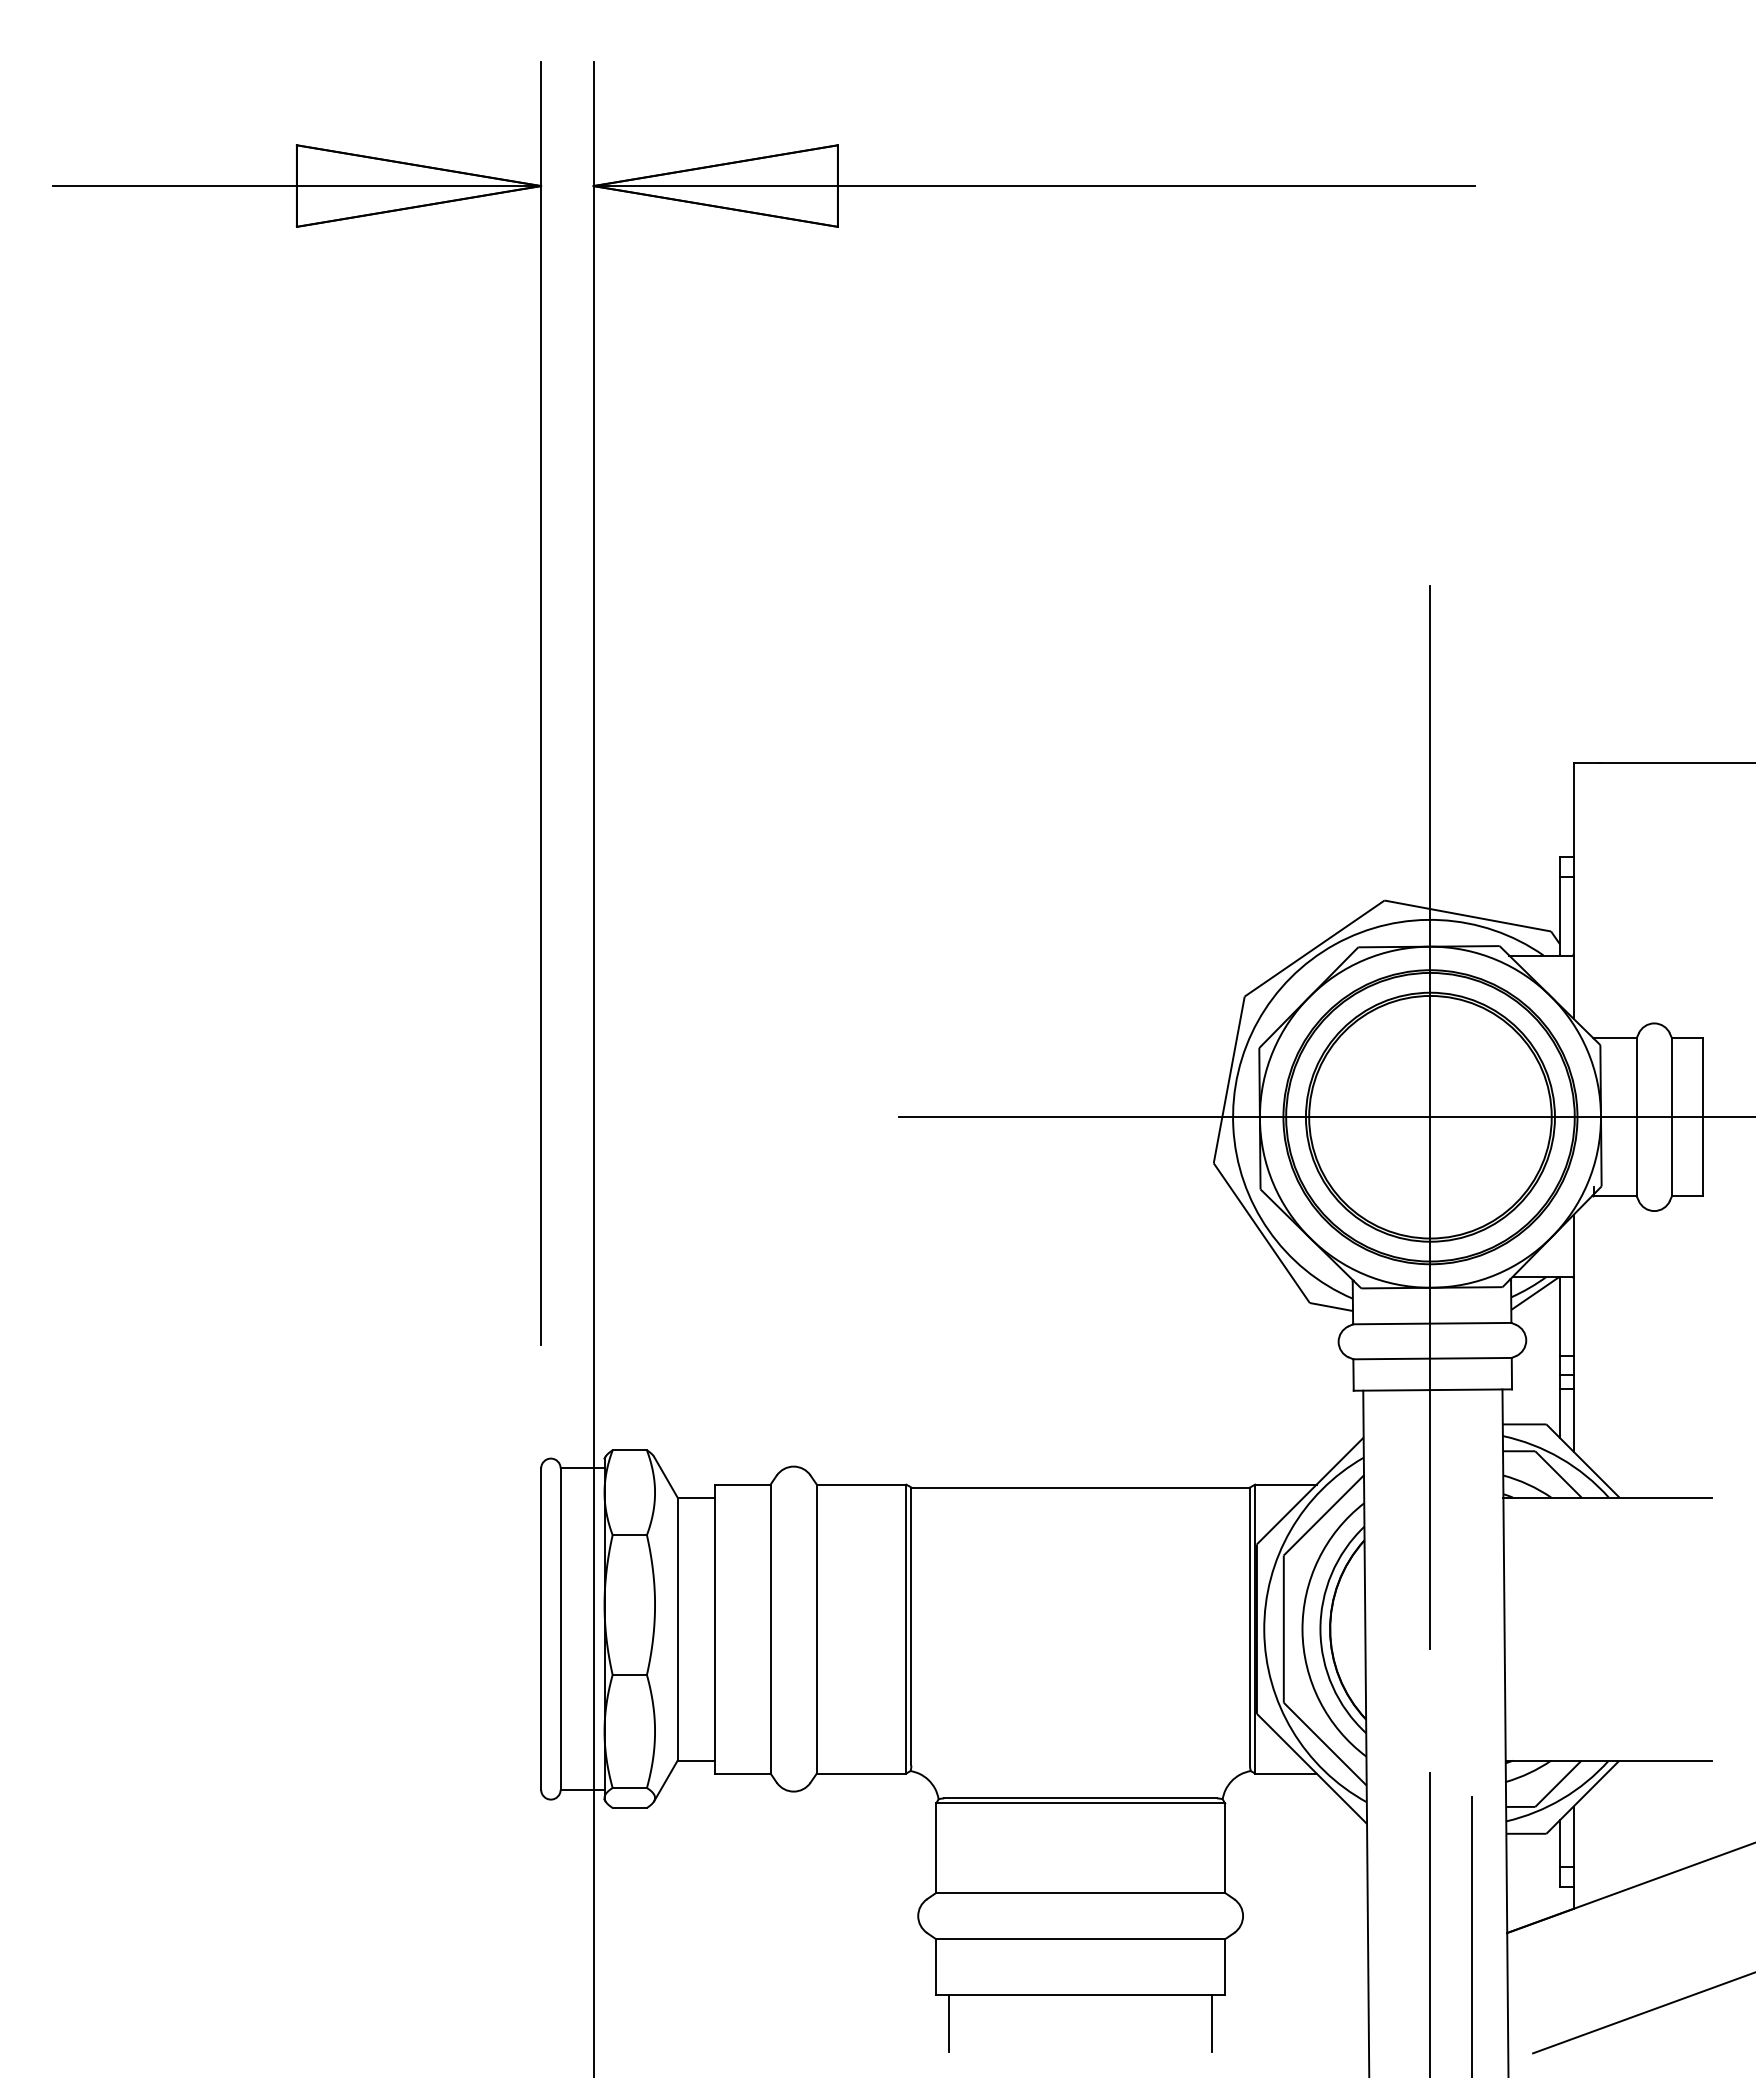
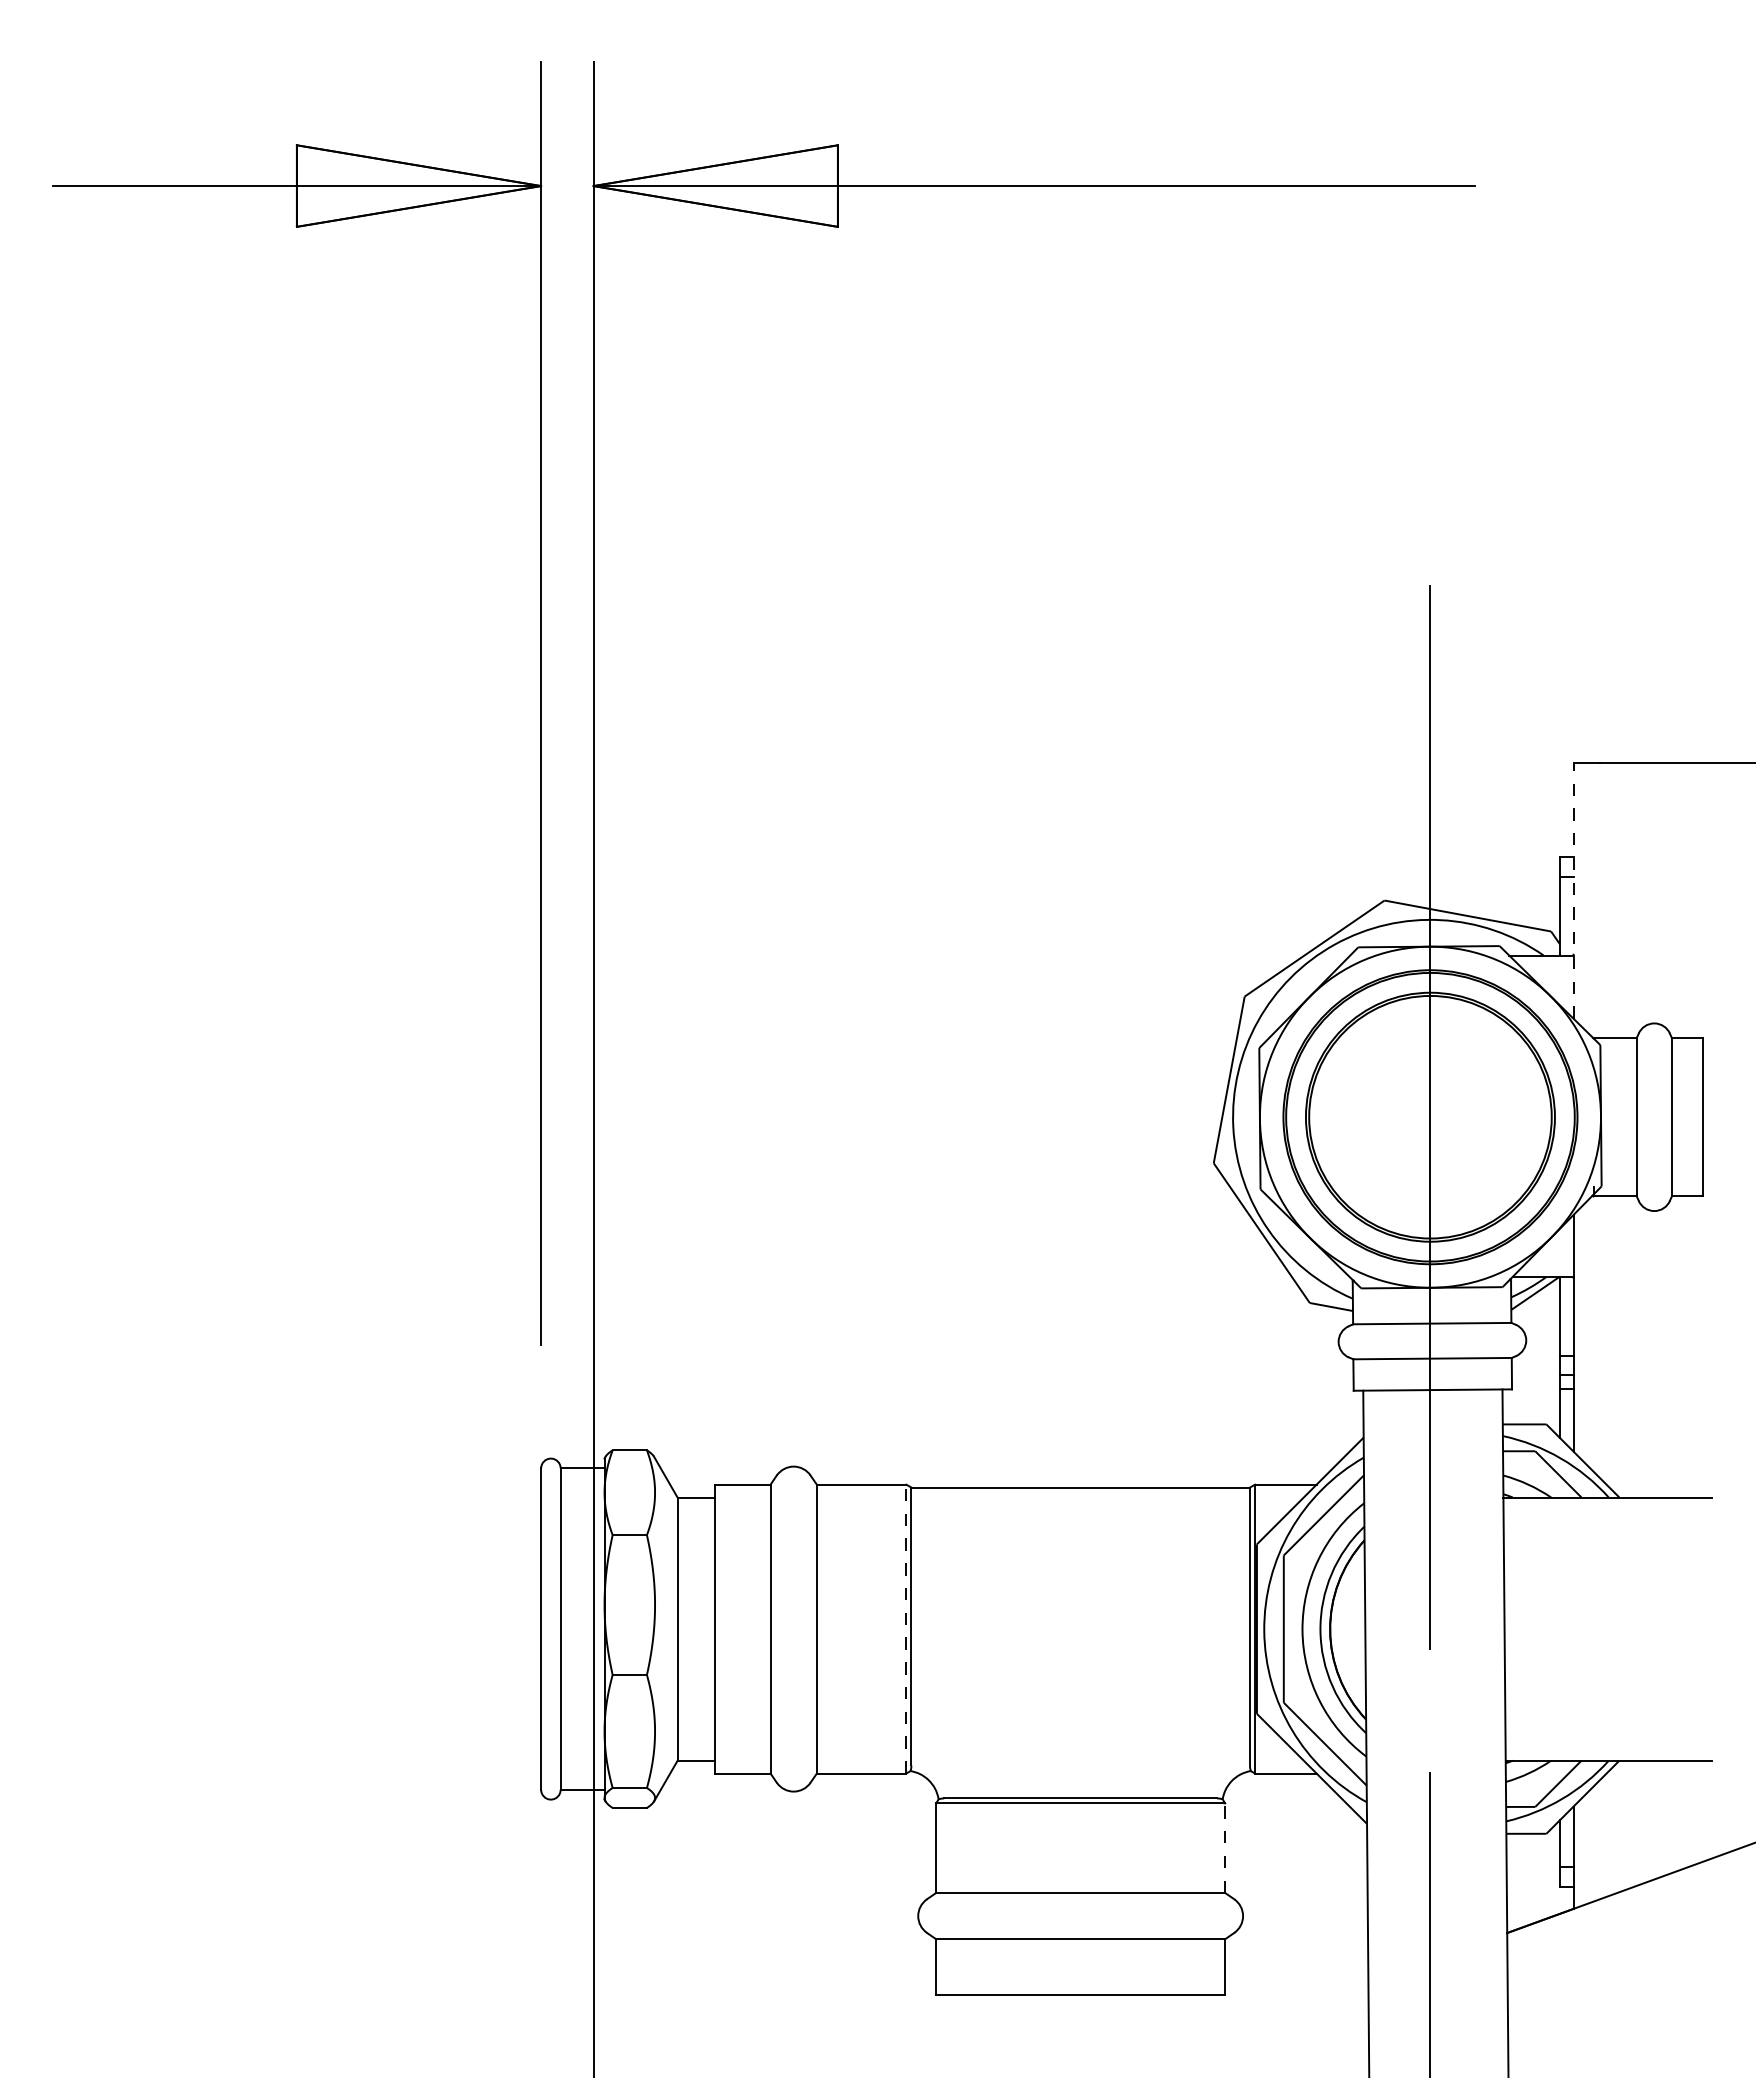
line at (1573, 890): solid -> dashed
line at (1325, 1117): present -> none
line at (906, 1628): solid -> dashed
line at (1225, 1848): solid -> dashed
line at (1472, 1935): present -> none
line at (1642, 2013): present -> none
line at (949, 2023): present -> none
line at (1212, 2023): present -> none
